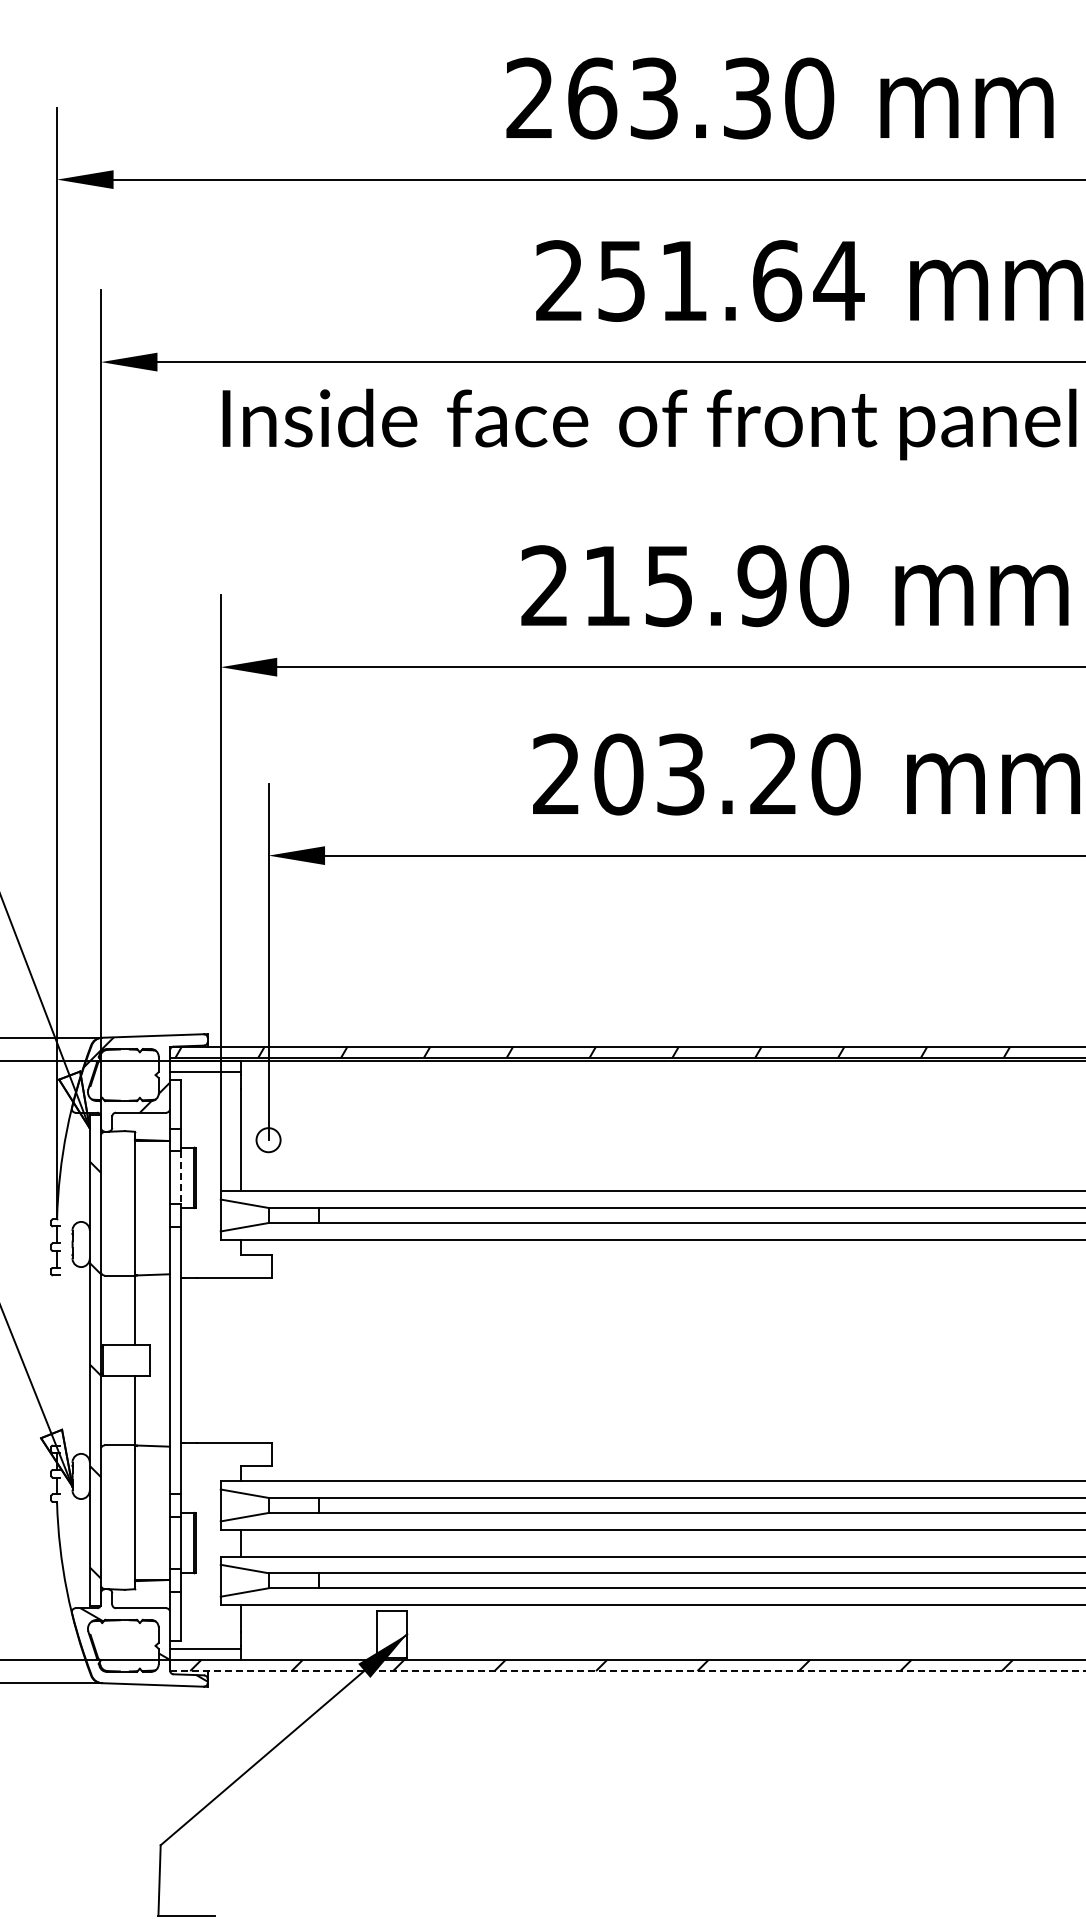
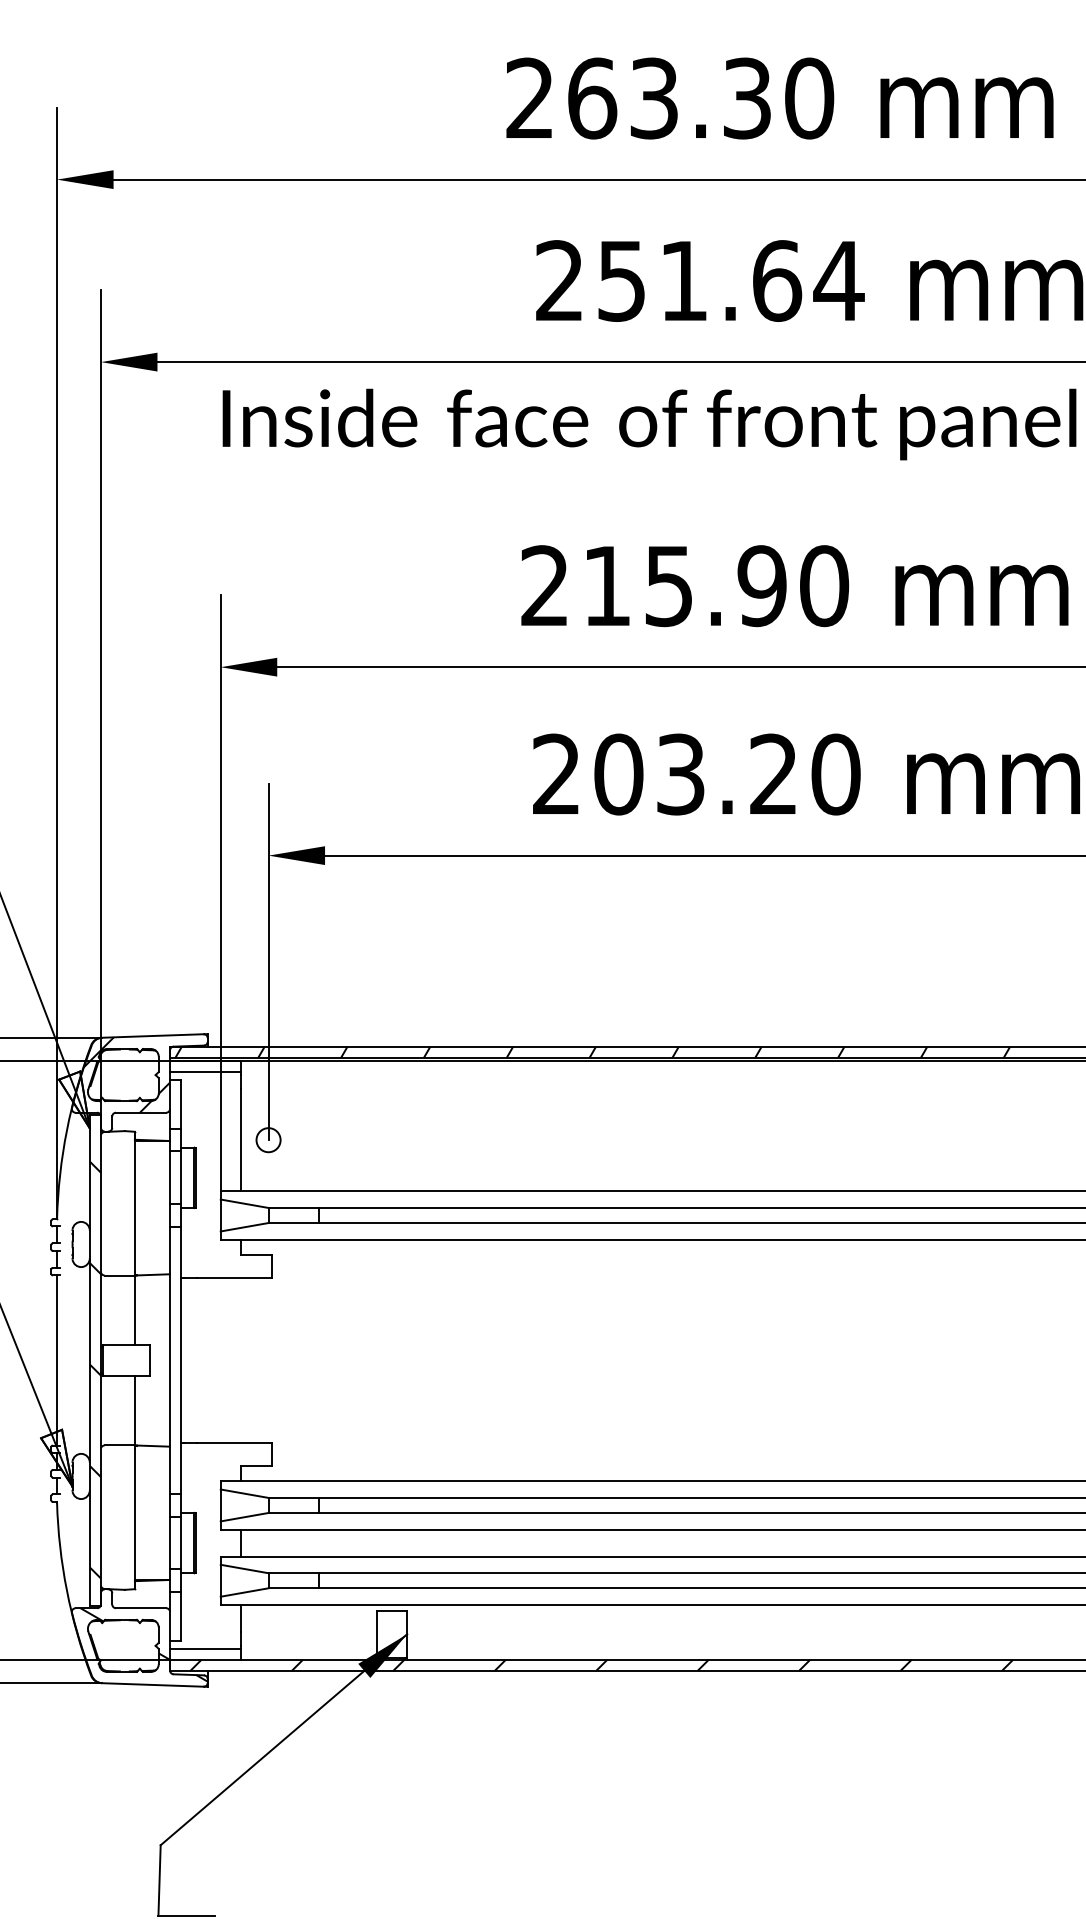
line at (181, 1178): dashed -> solid
line at (57, 1360): none -> present
line at (627, 1671): dashed -> solid
